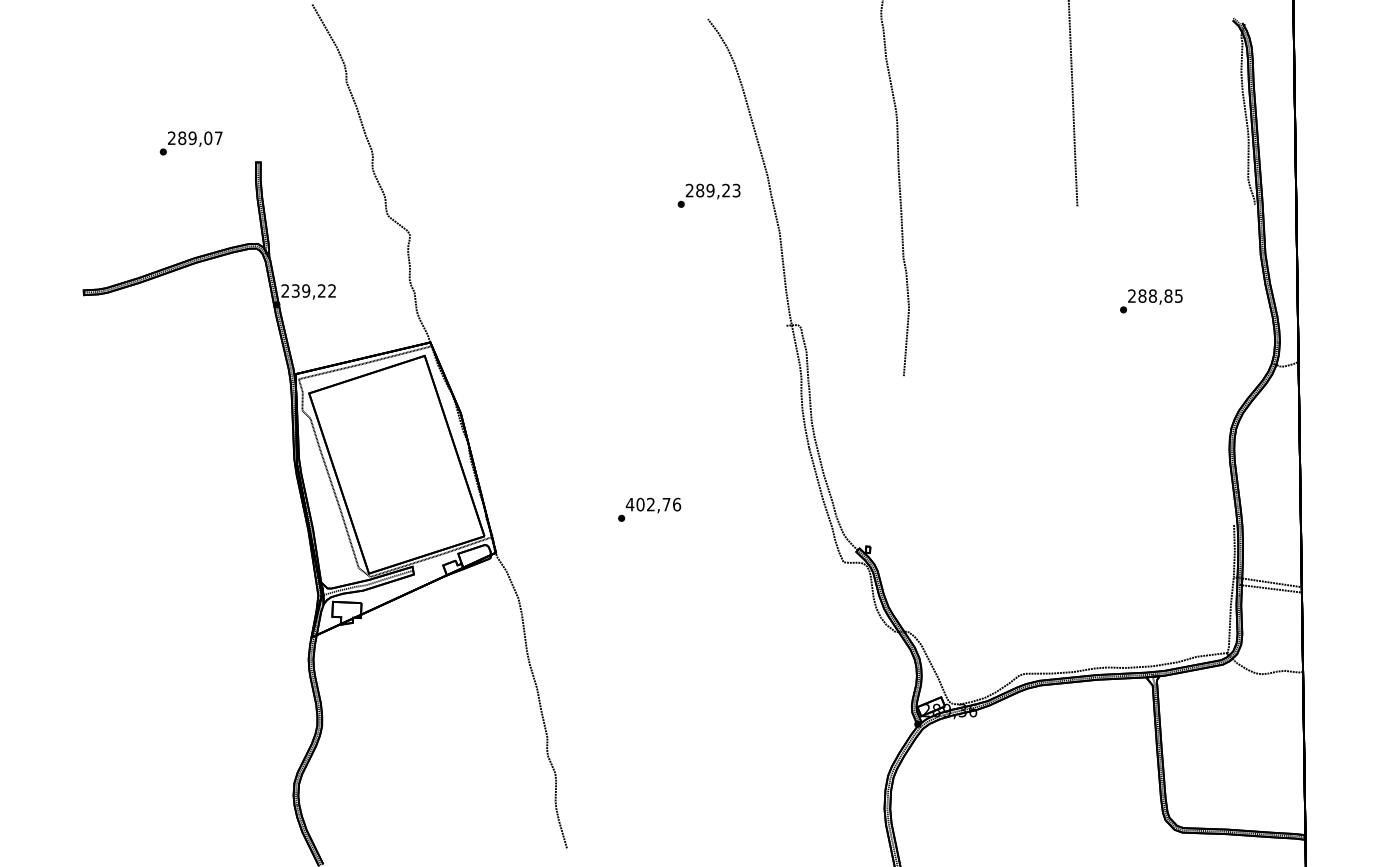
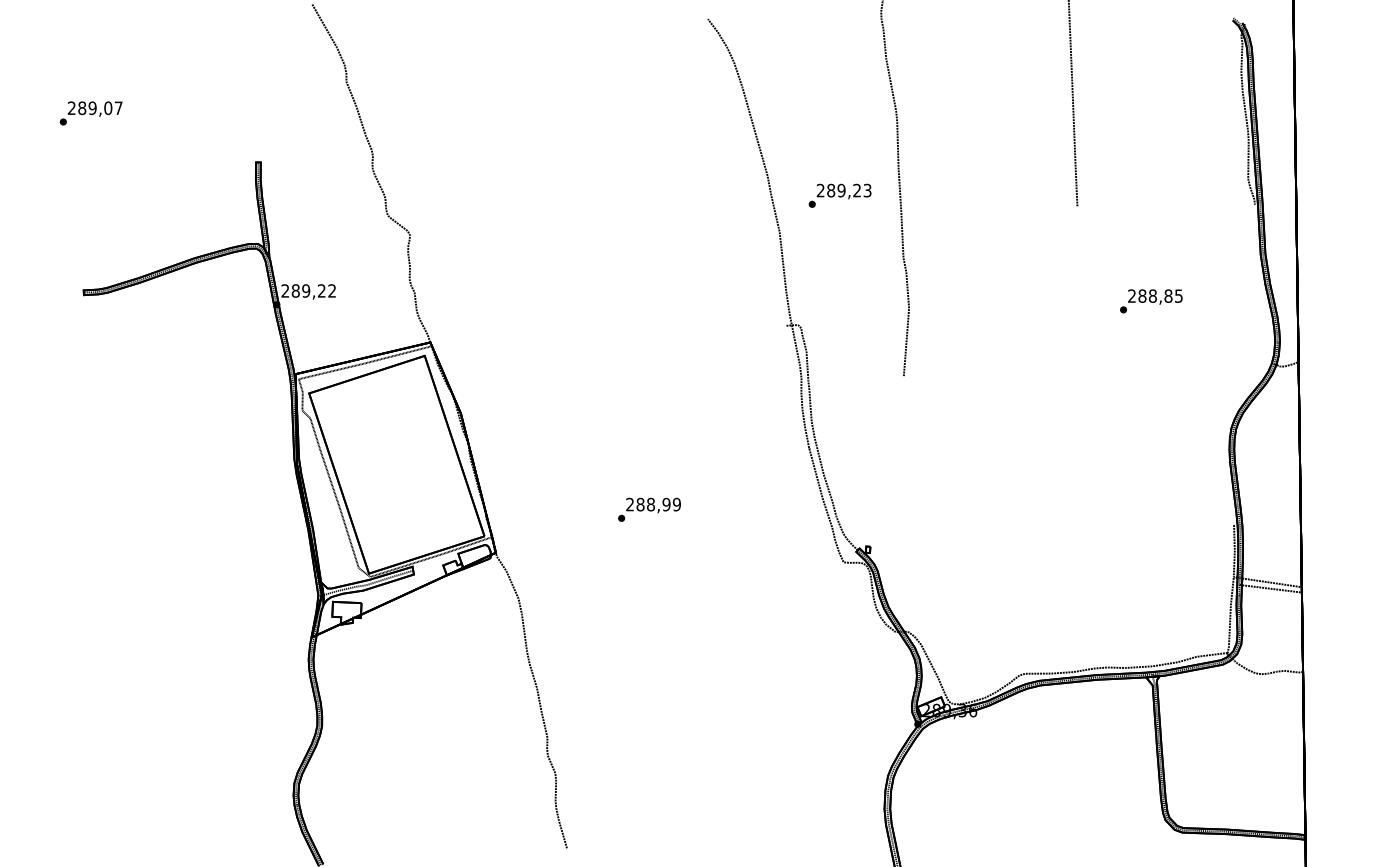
text at (190, 143) position: (190, 143) -> (90, 113)
text at (708, 195) position: (708, 195) -> (839, 195)
text at (295, 290): 239,22 -> 289,22
text at (653, 504): 402,76 -> 288,99
